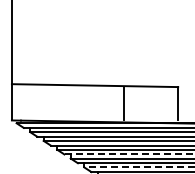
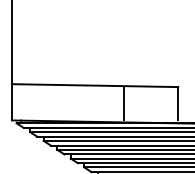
line at (129, 154): dashed -> solid
line at (139, 167): dashed -> solid
